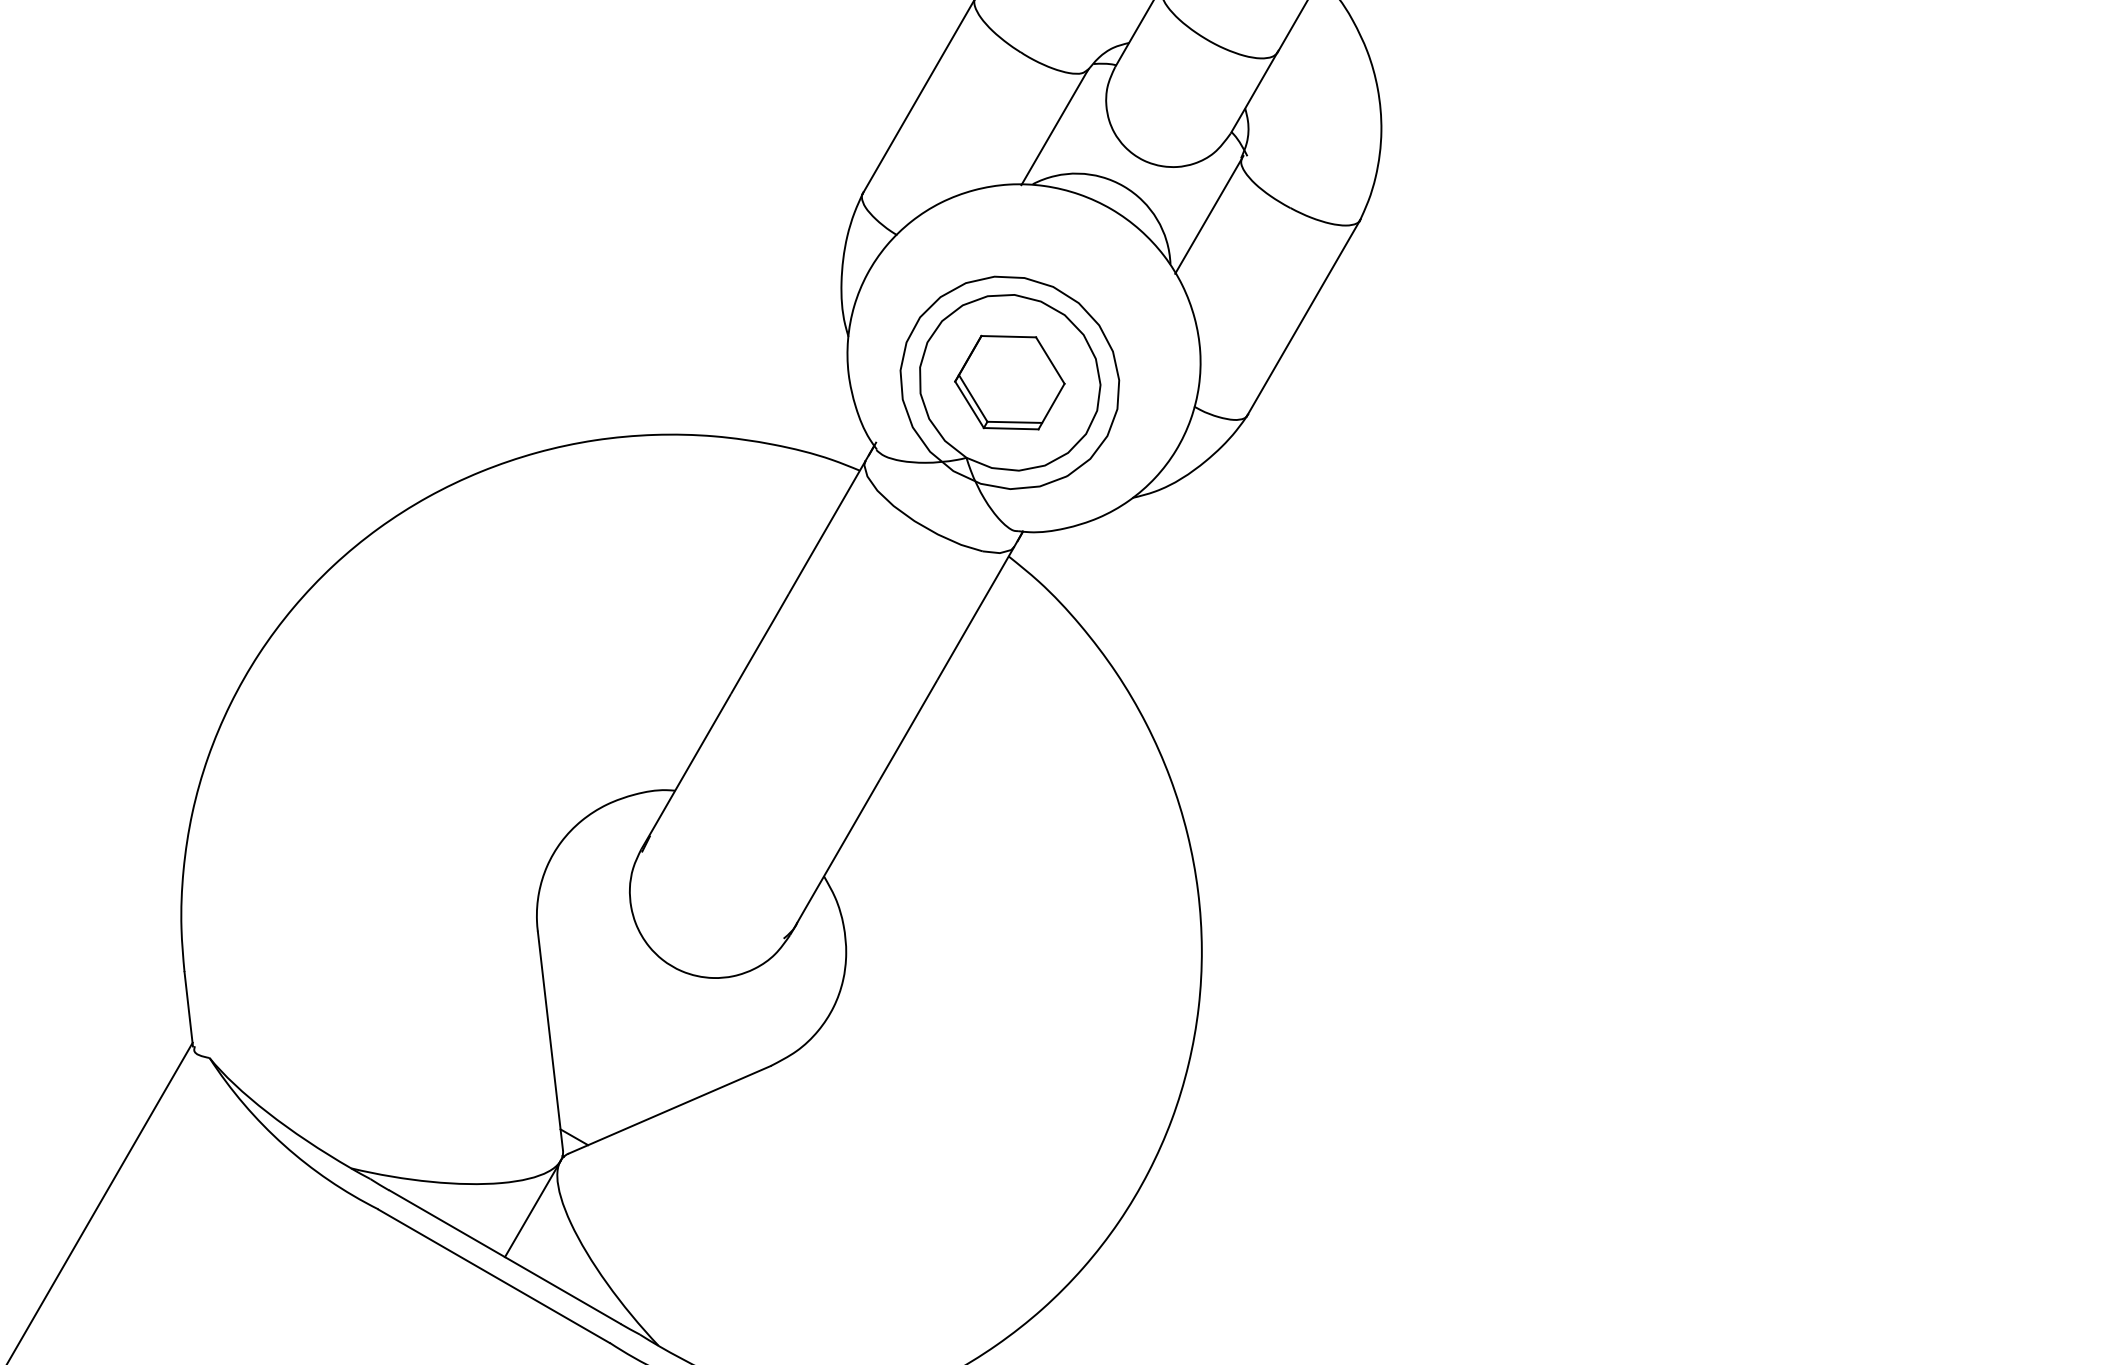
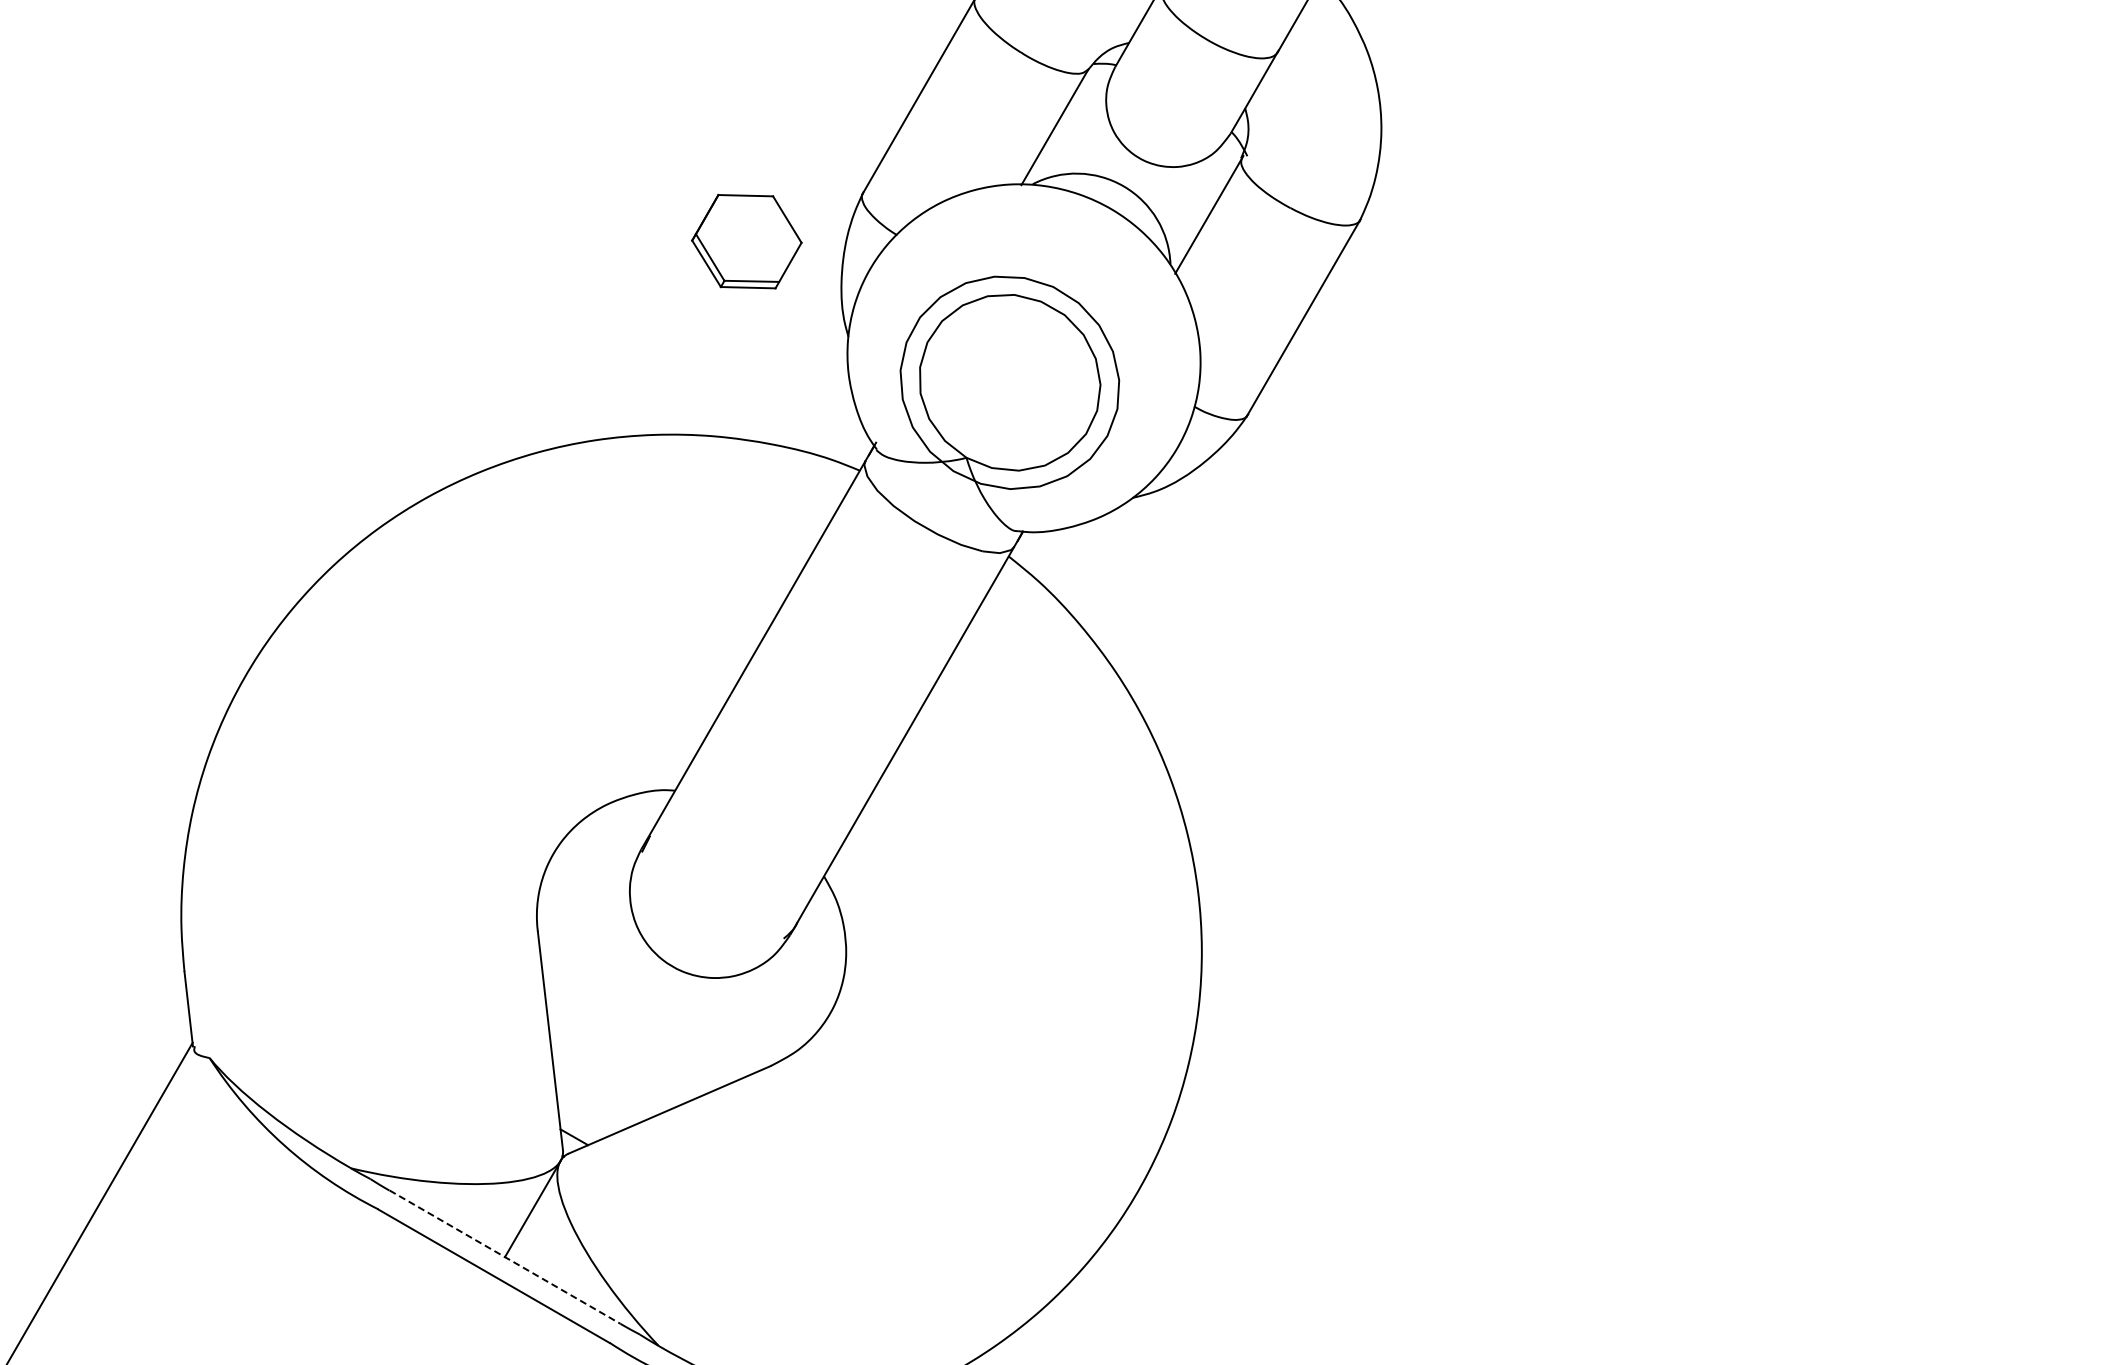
part at (1009, 382) position: (1009, 382) -> (746, 241)
line at (505, 1257): solid -> dashed
